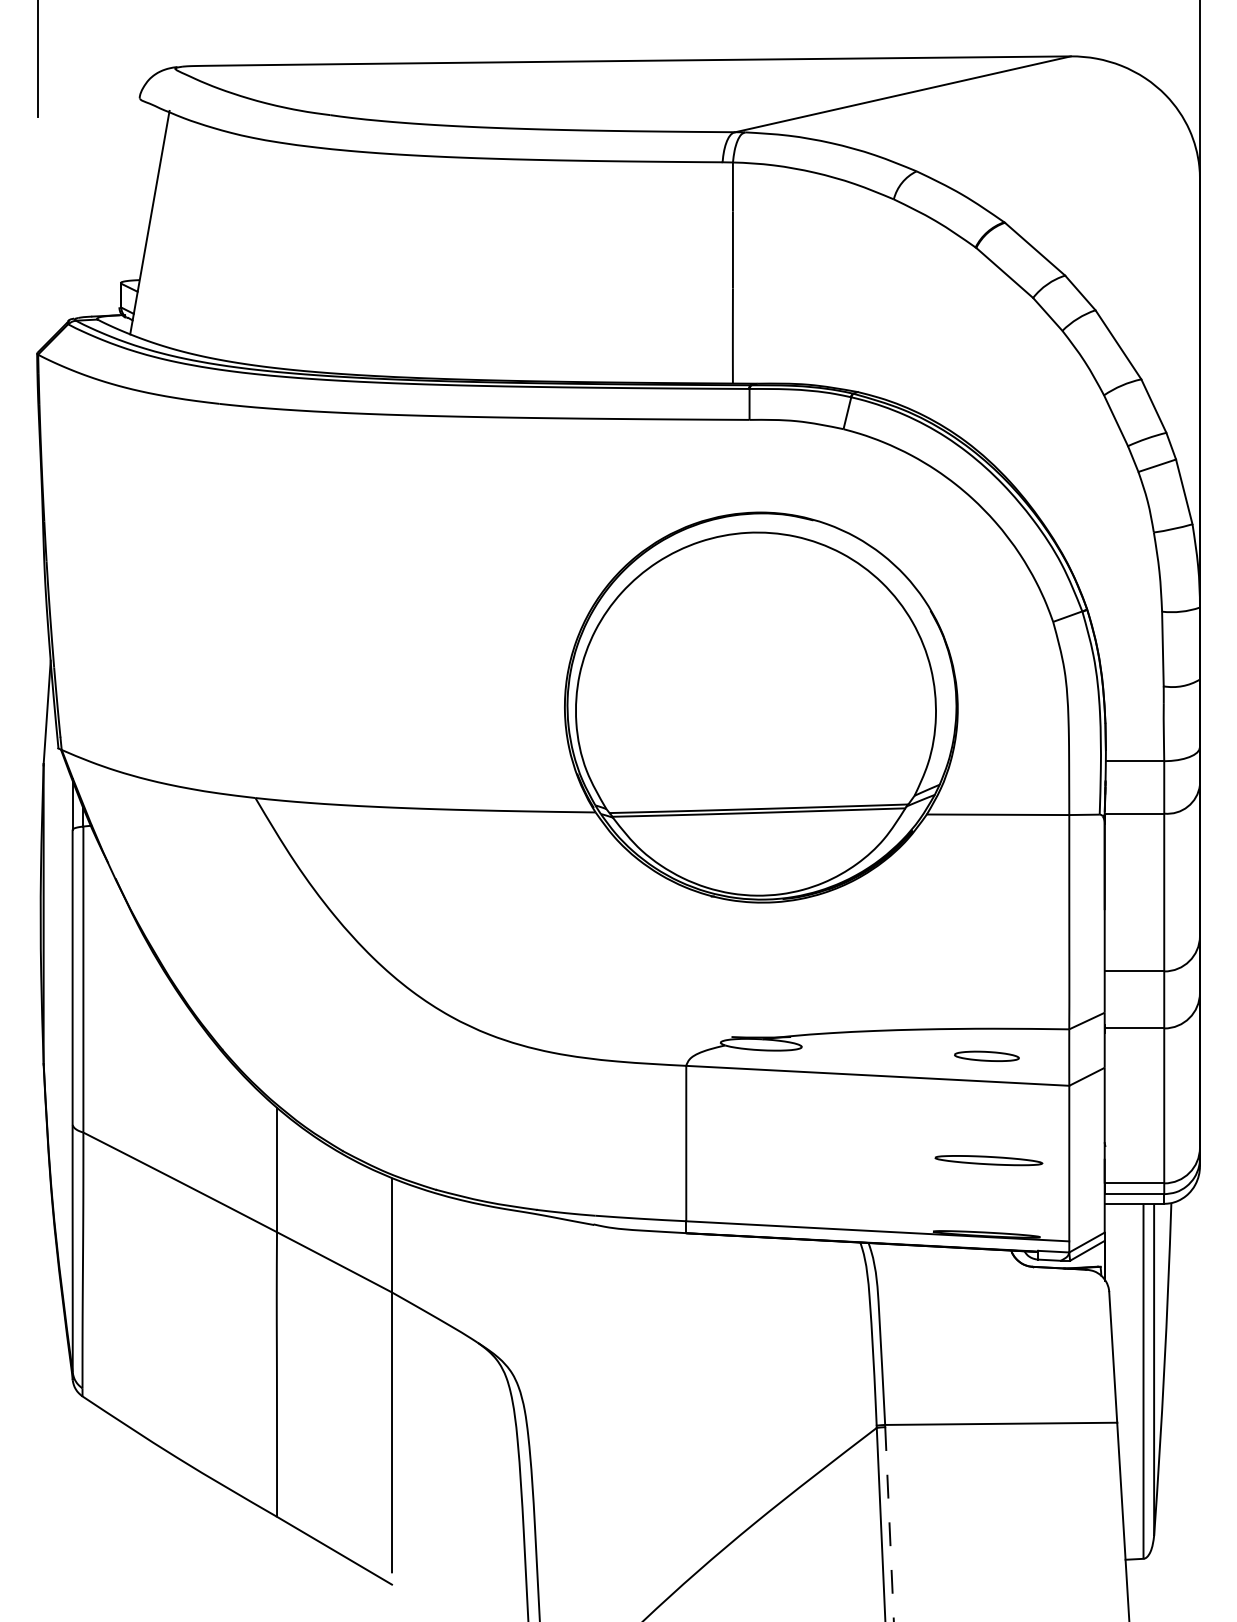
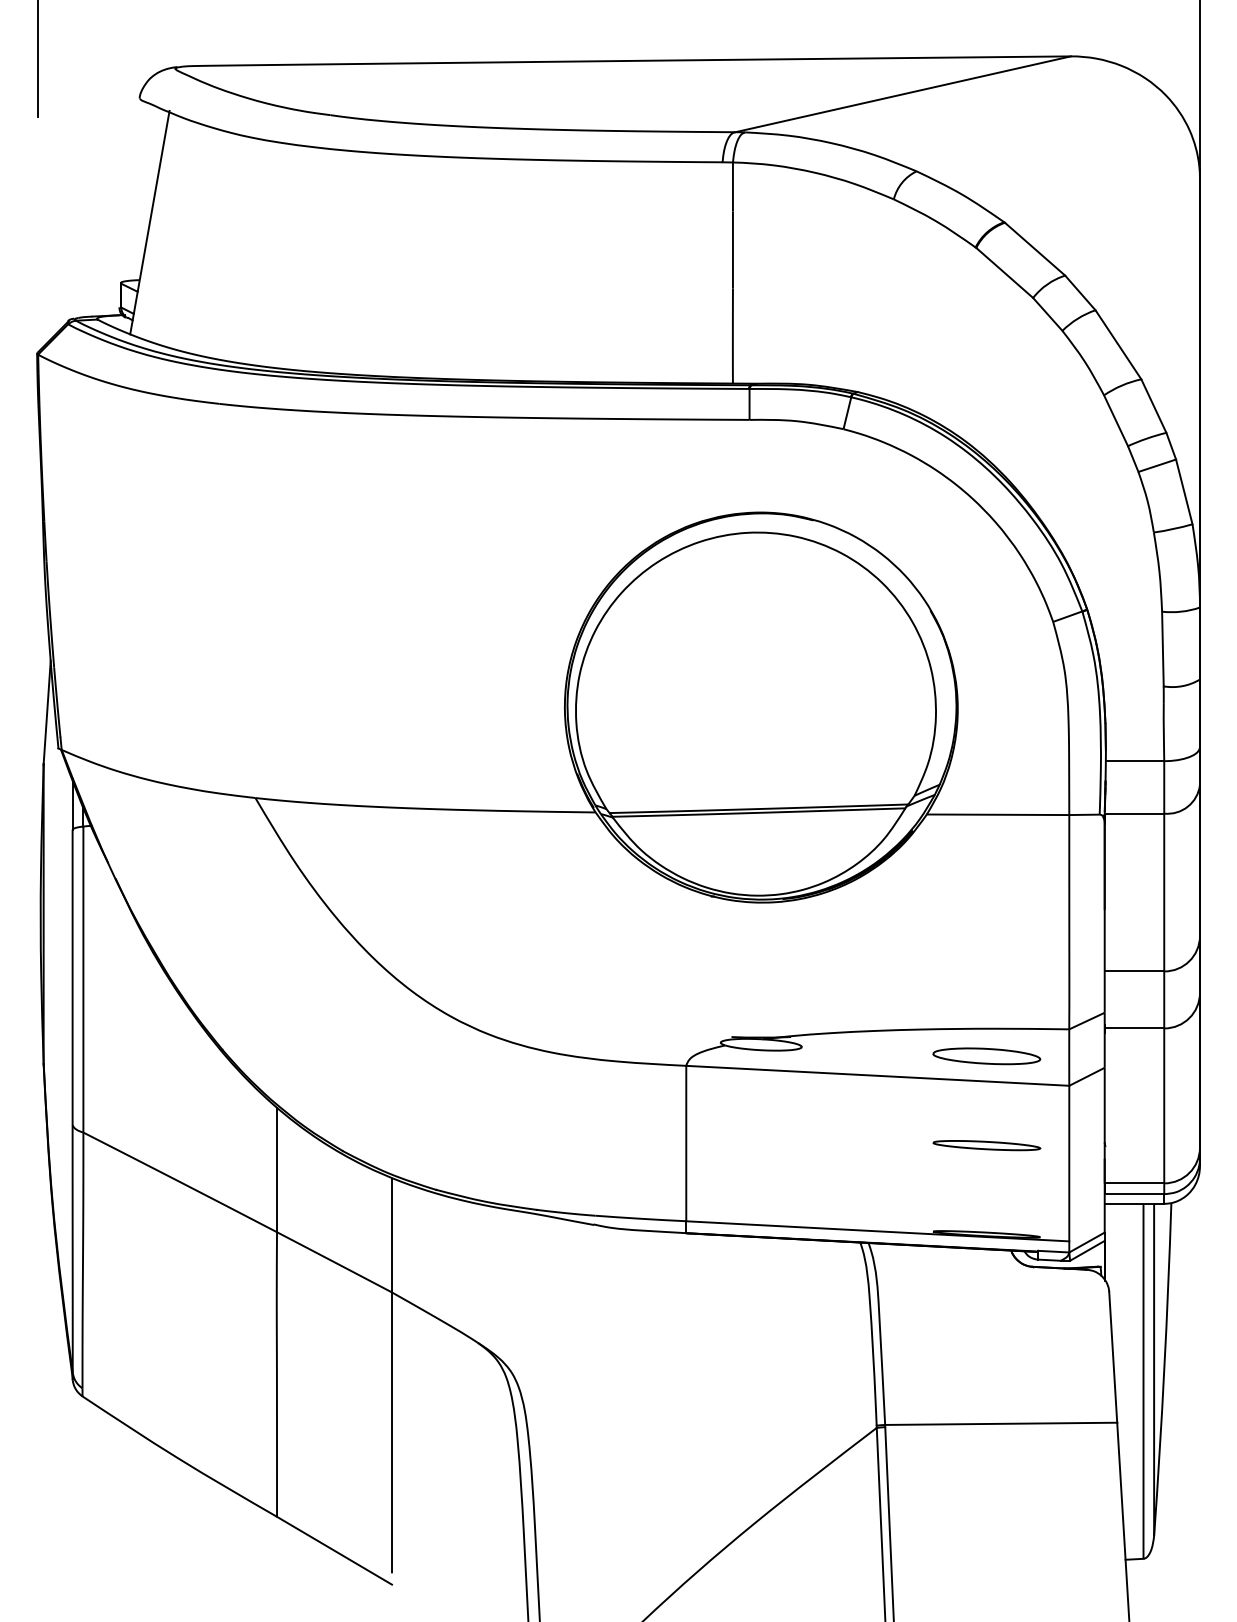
part at (986, 1055) size: 66x12 px -> 110x19 px
part at (988, 1160) position: (988, 1160) -> (986, 1145)
line at (889, 1524): dashed -> solid
